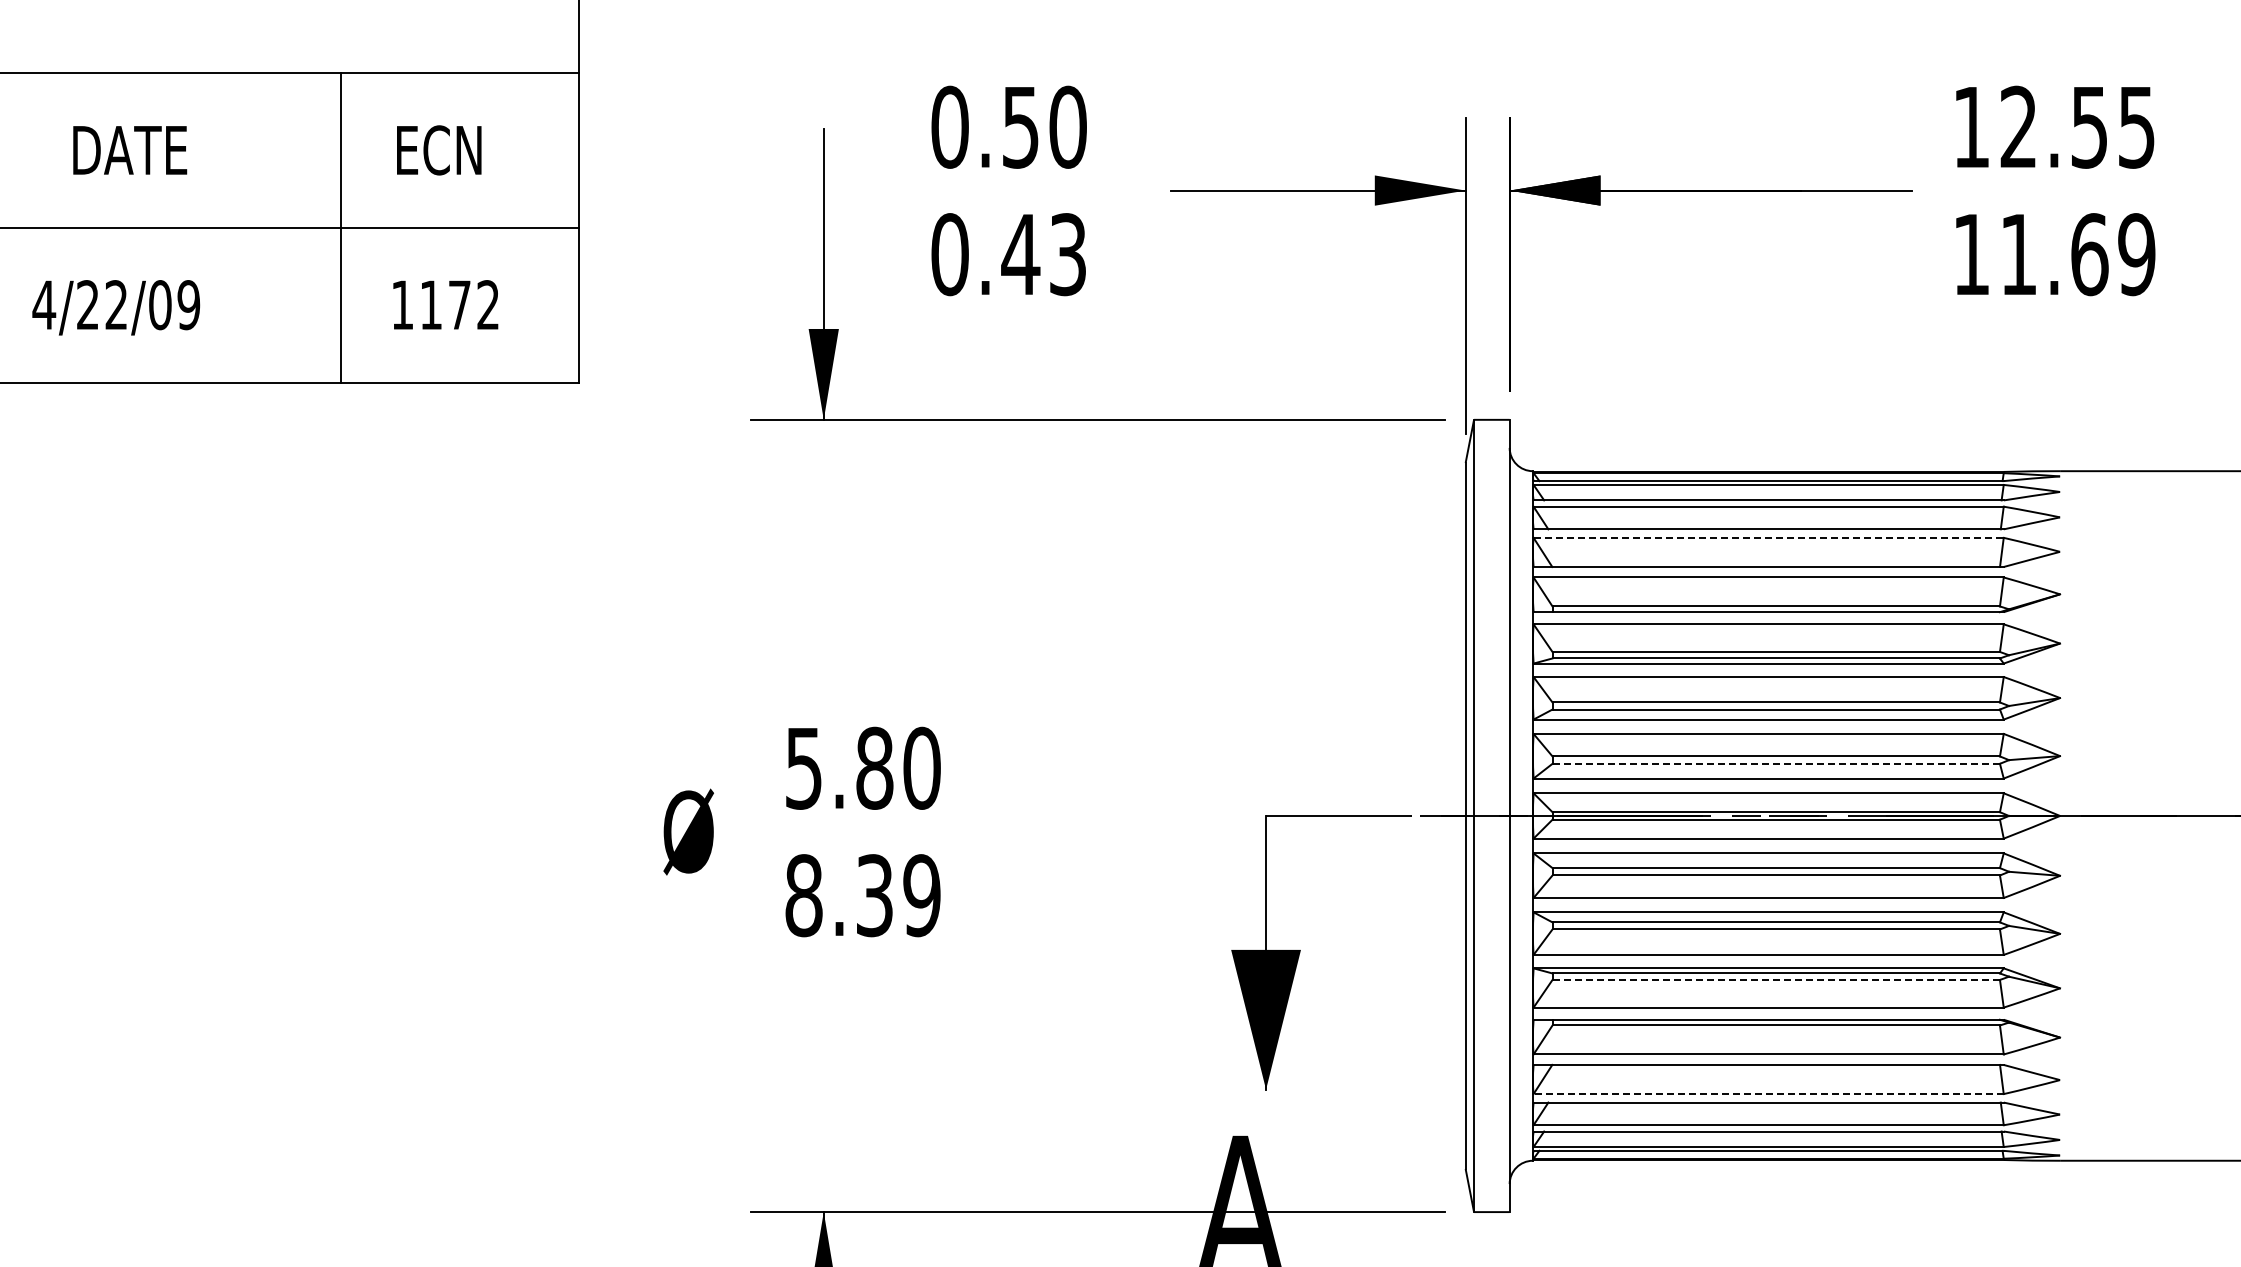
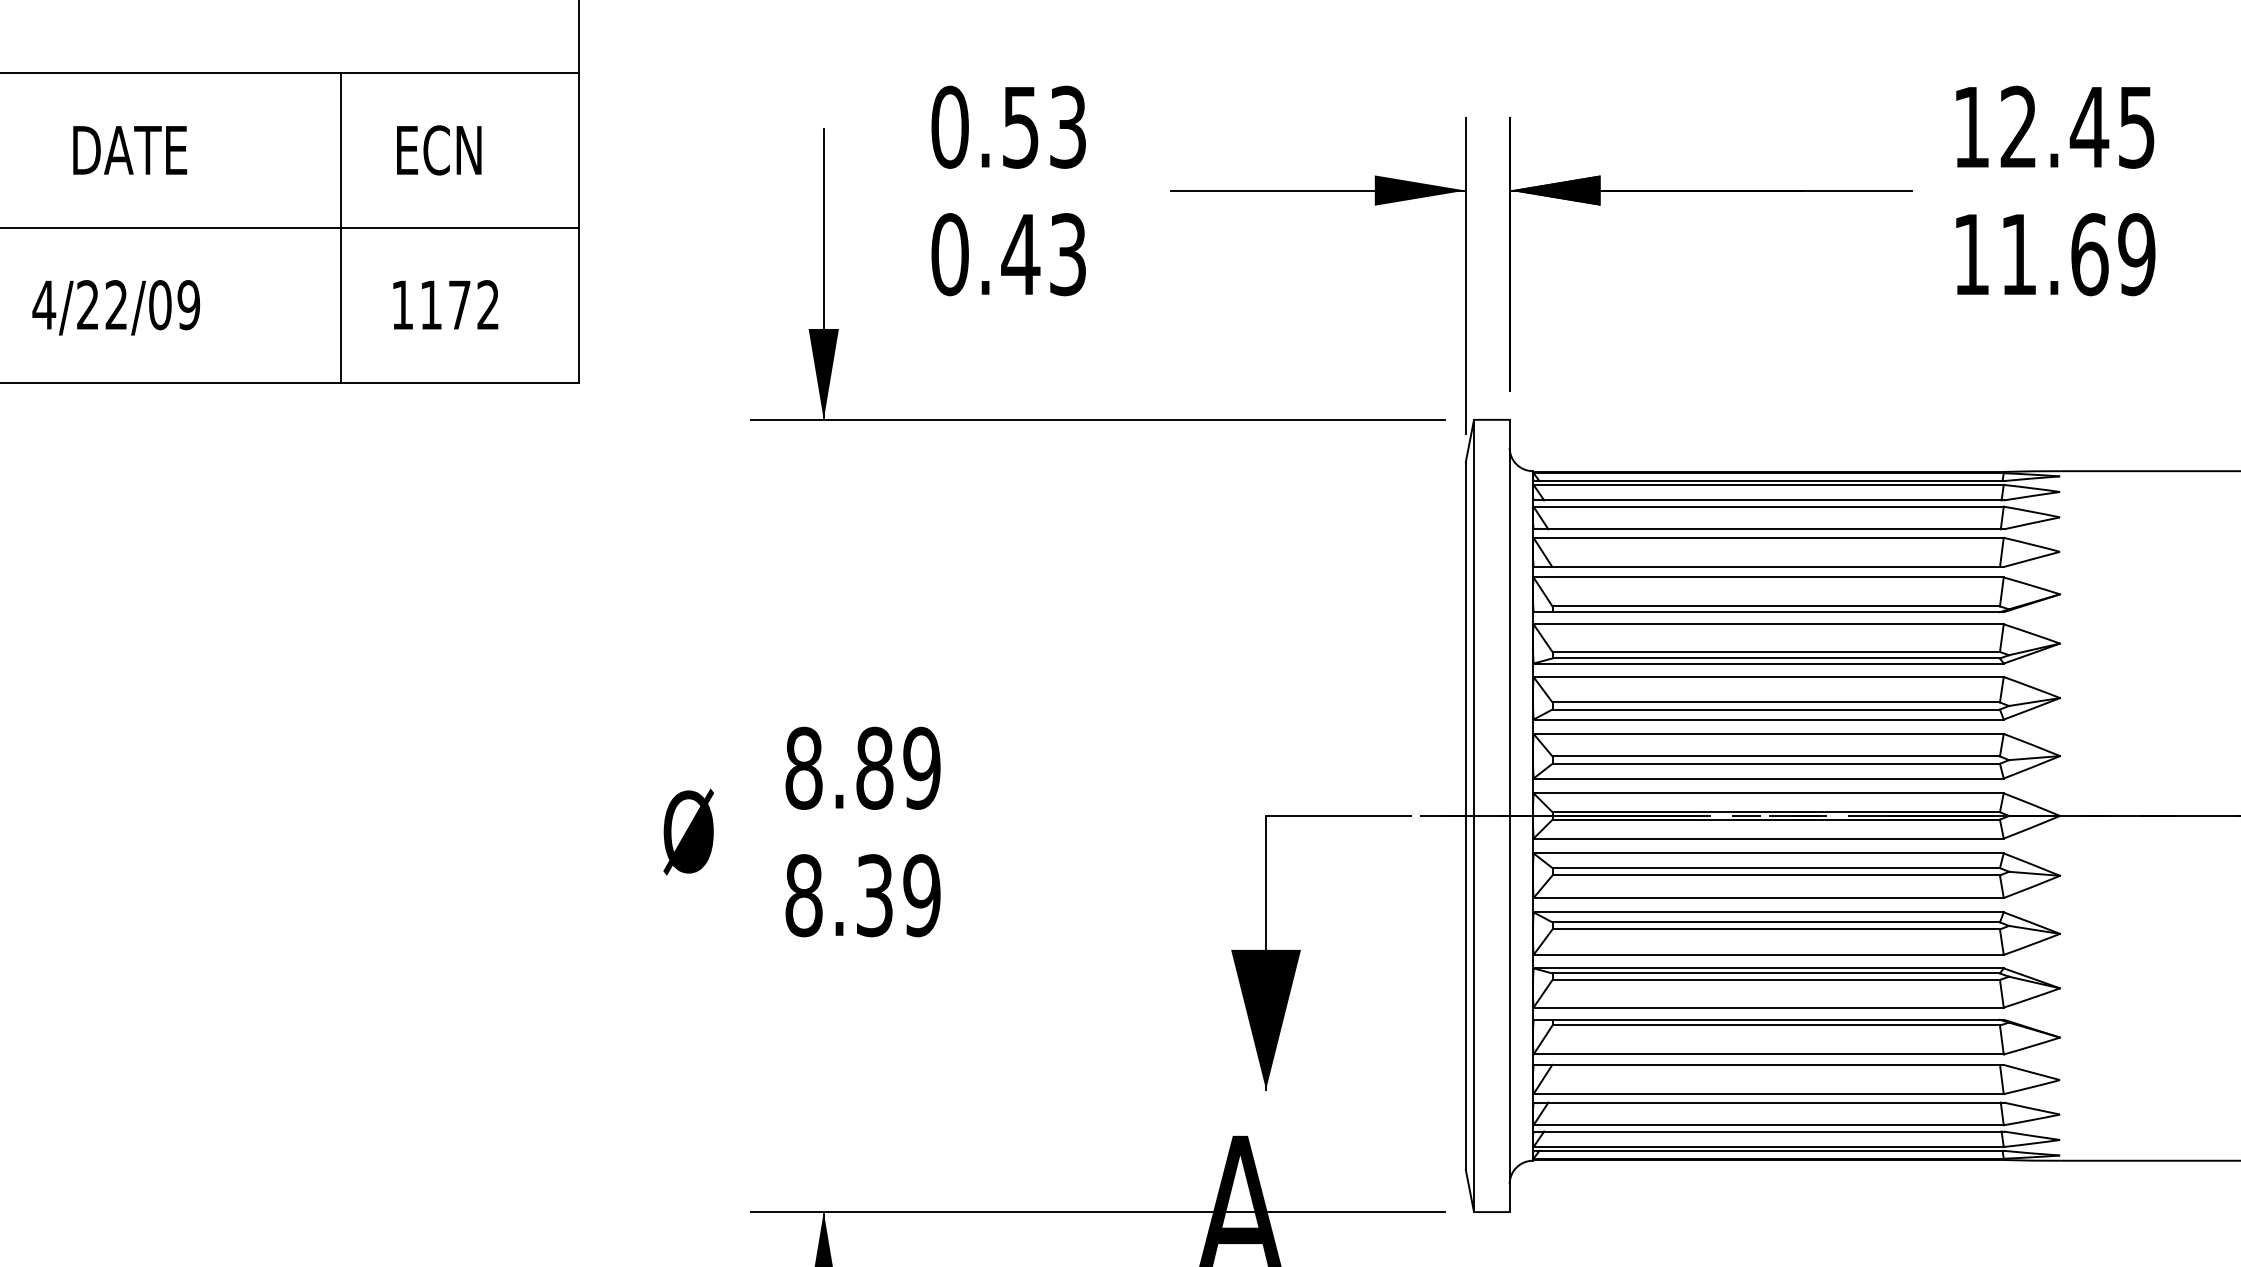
text at (1067, 126): 0.50 -> 0.53
text at (2089, 127): 12.55 -> 12.45
line at (1769, 537): dashed -> solid
line at (1776, 763): dashed -> solid
text at (862, 767): 5.80 -> 8.89
line at (1776, 979): dashed -> solid
line at (1768, 1094): dashed -> solid
